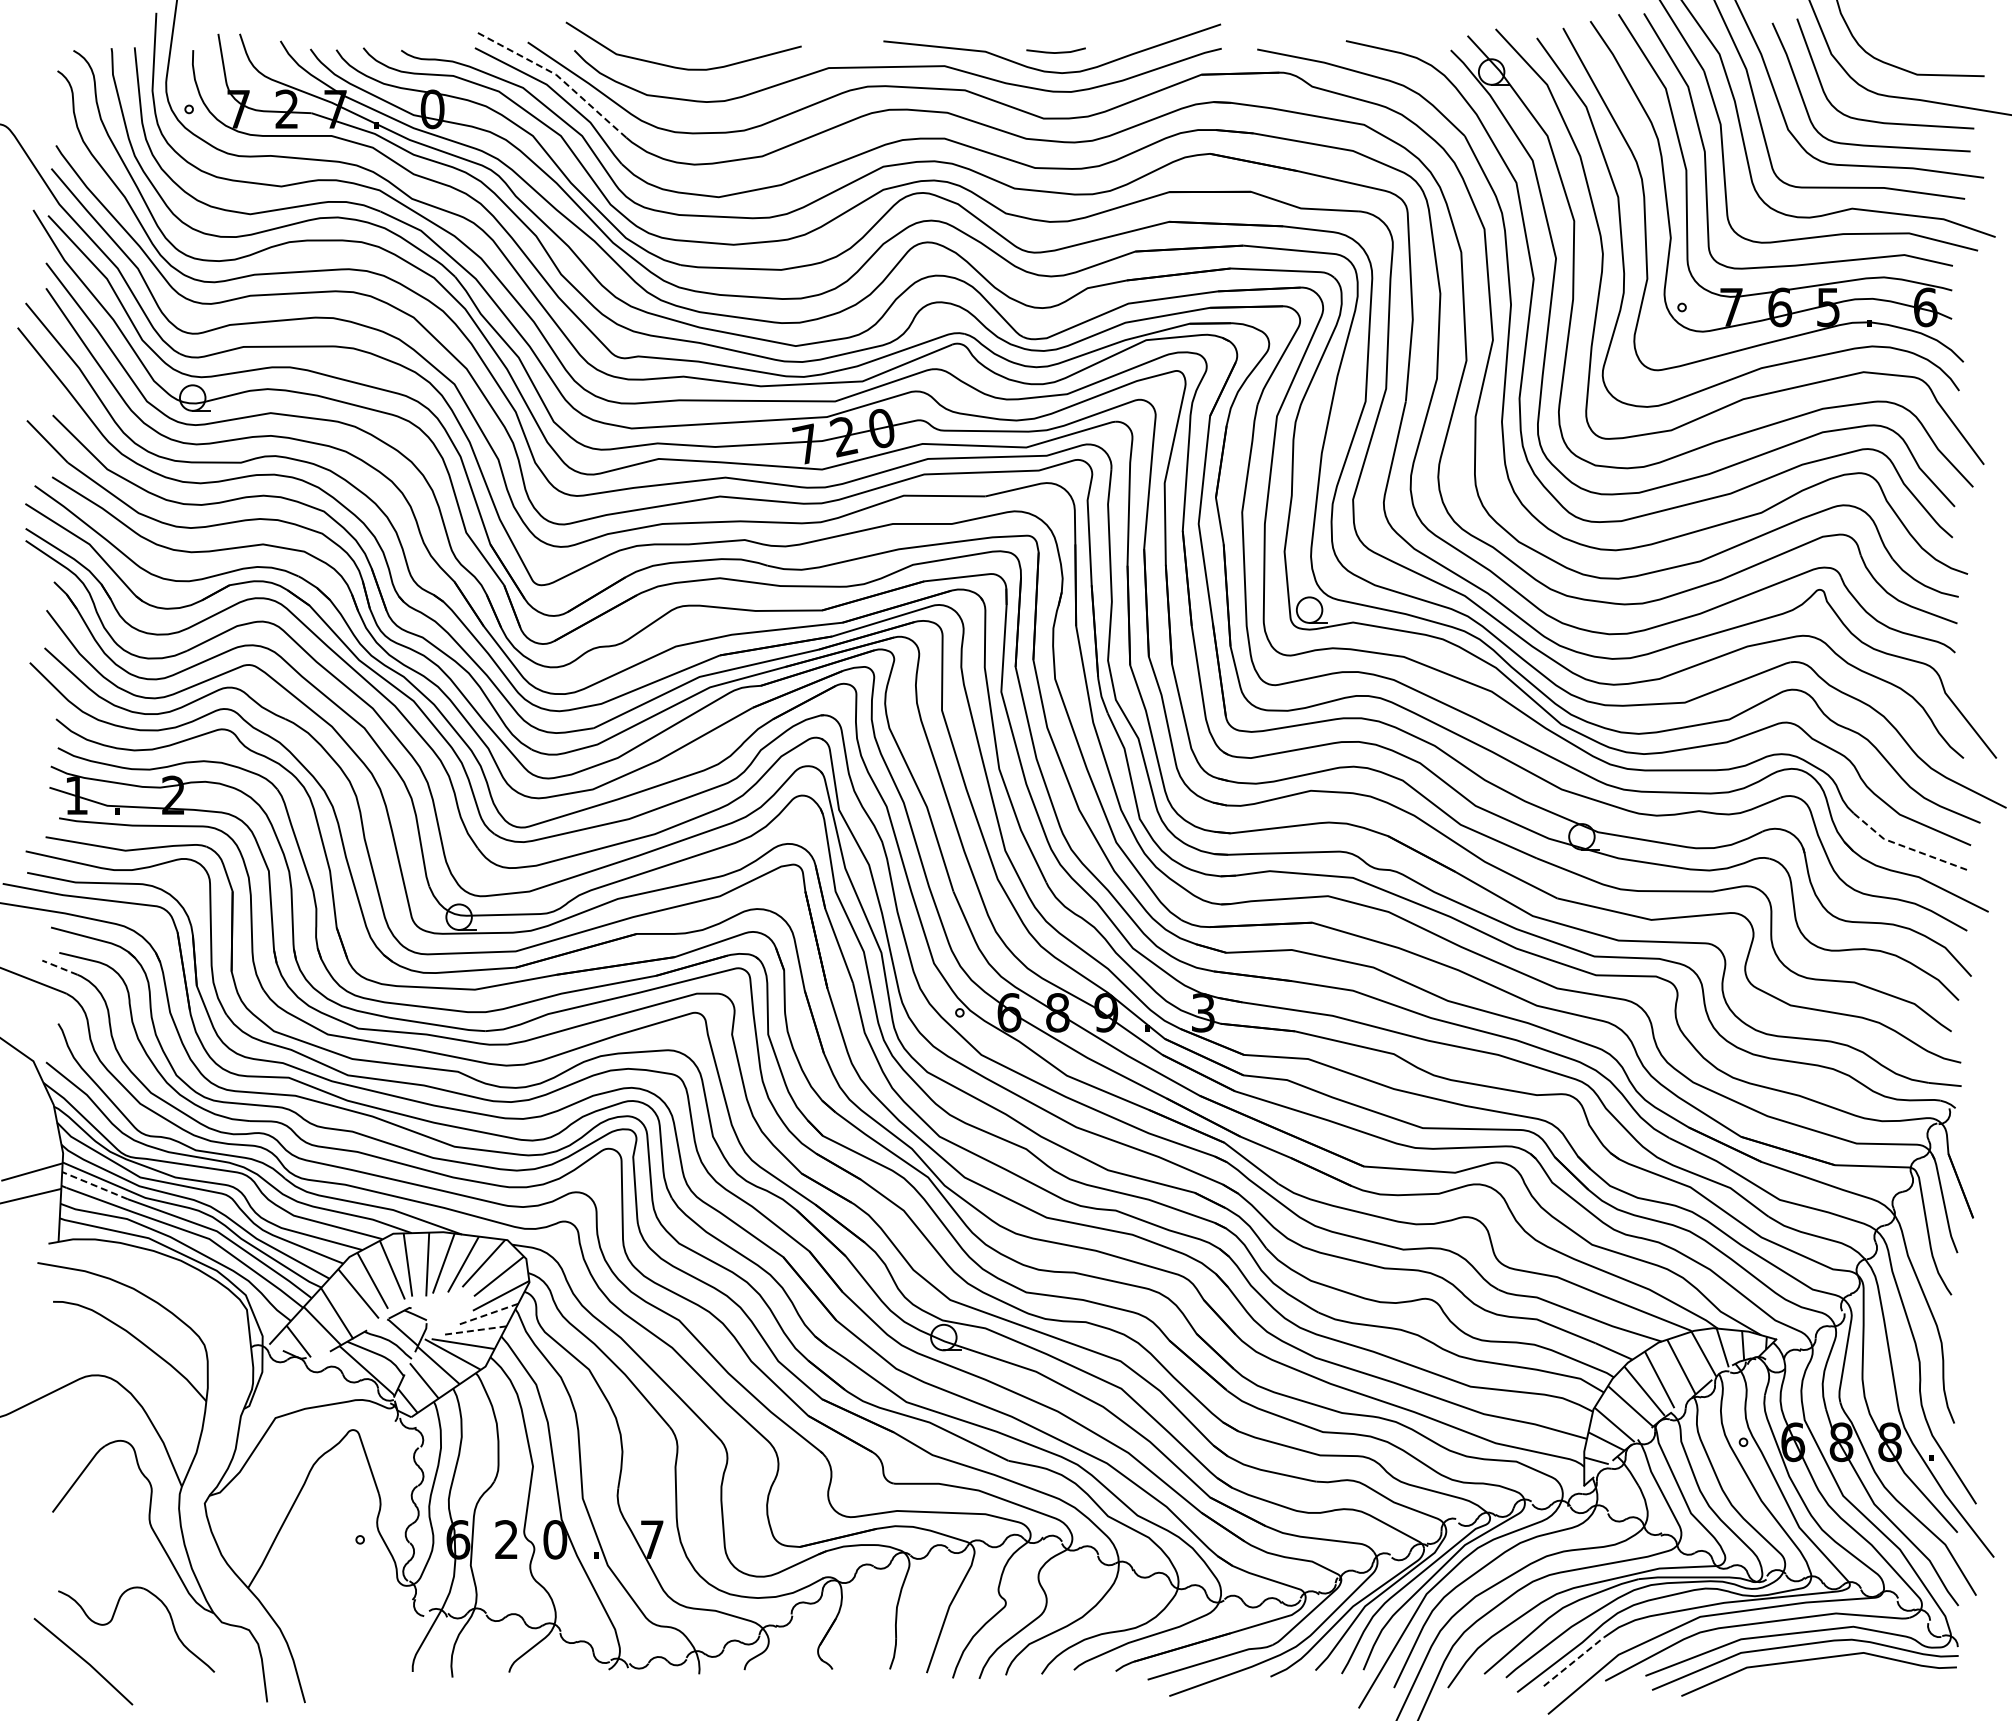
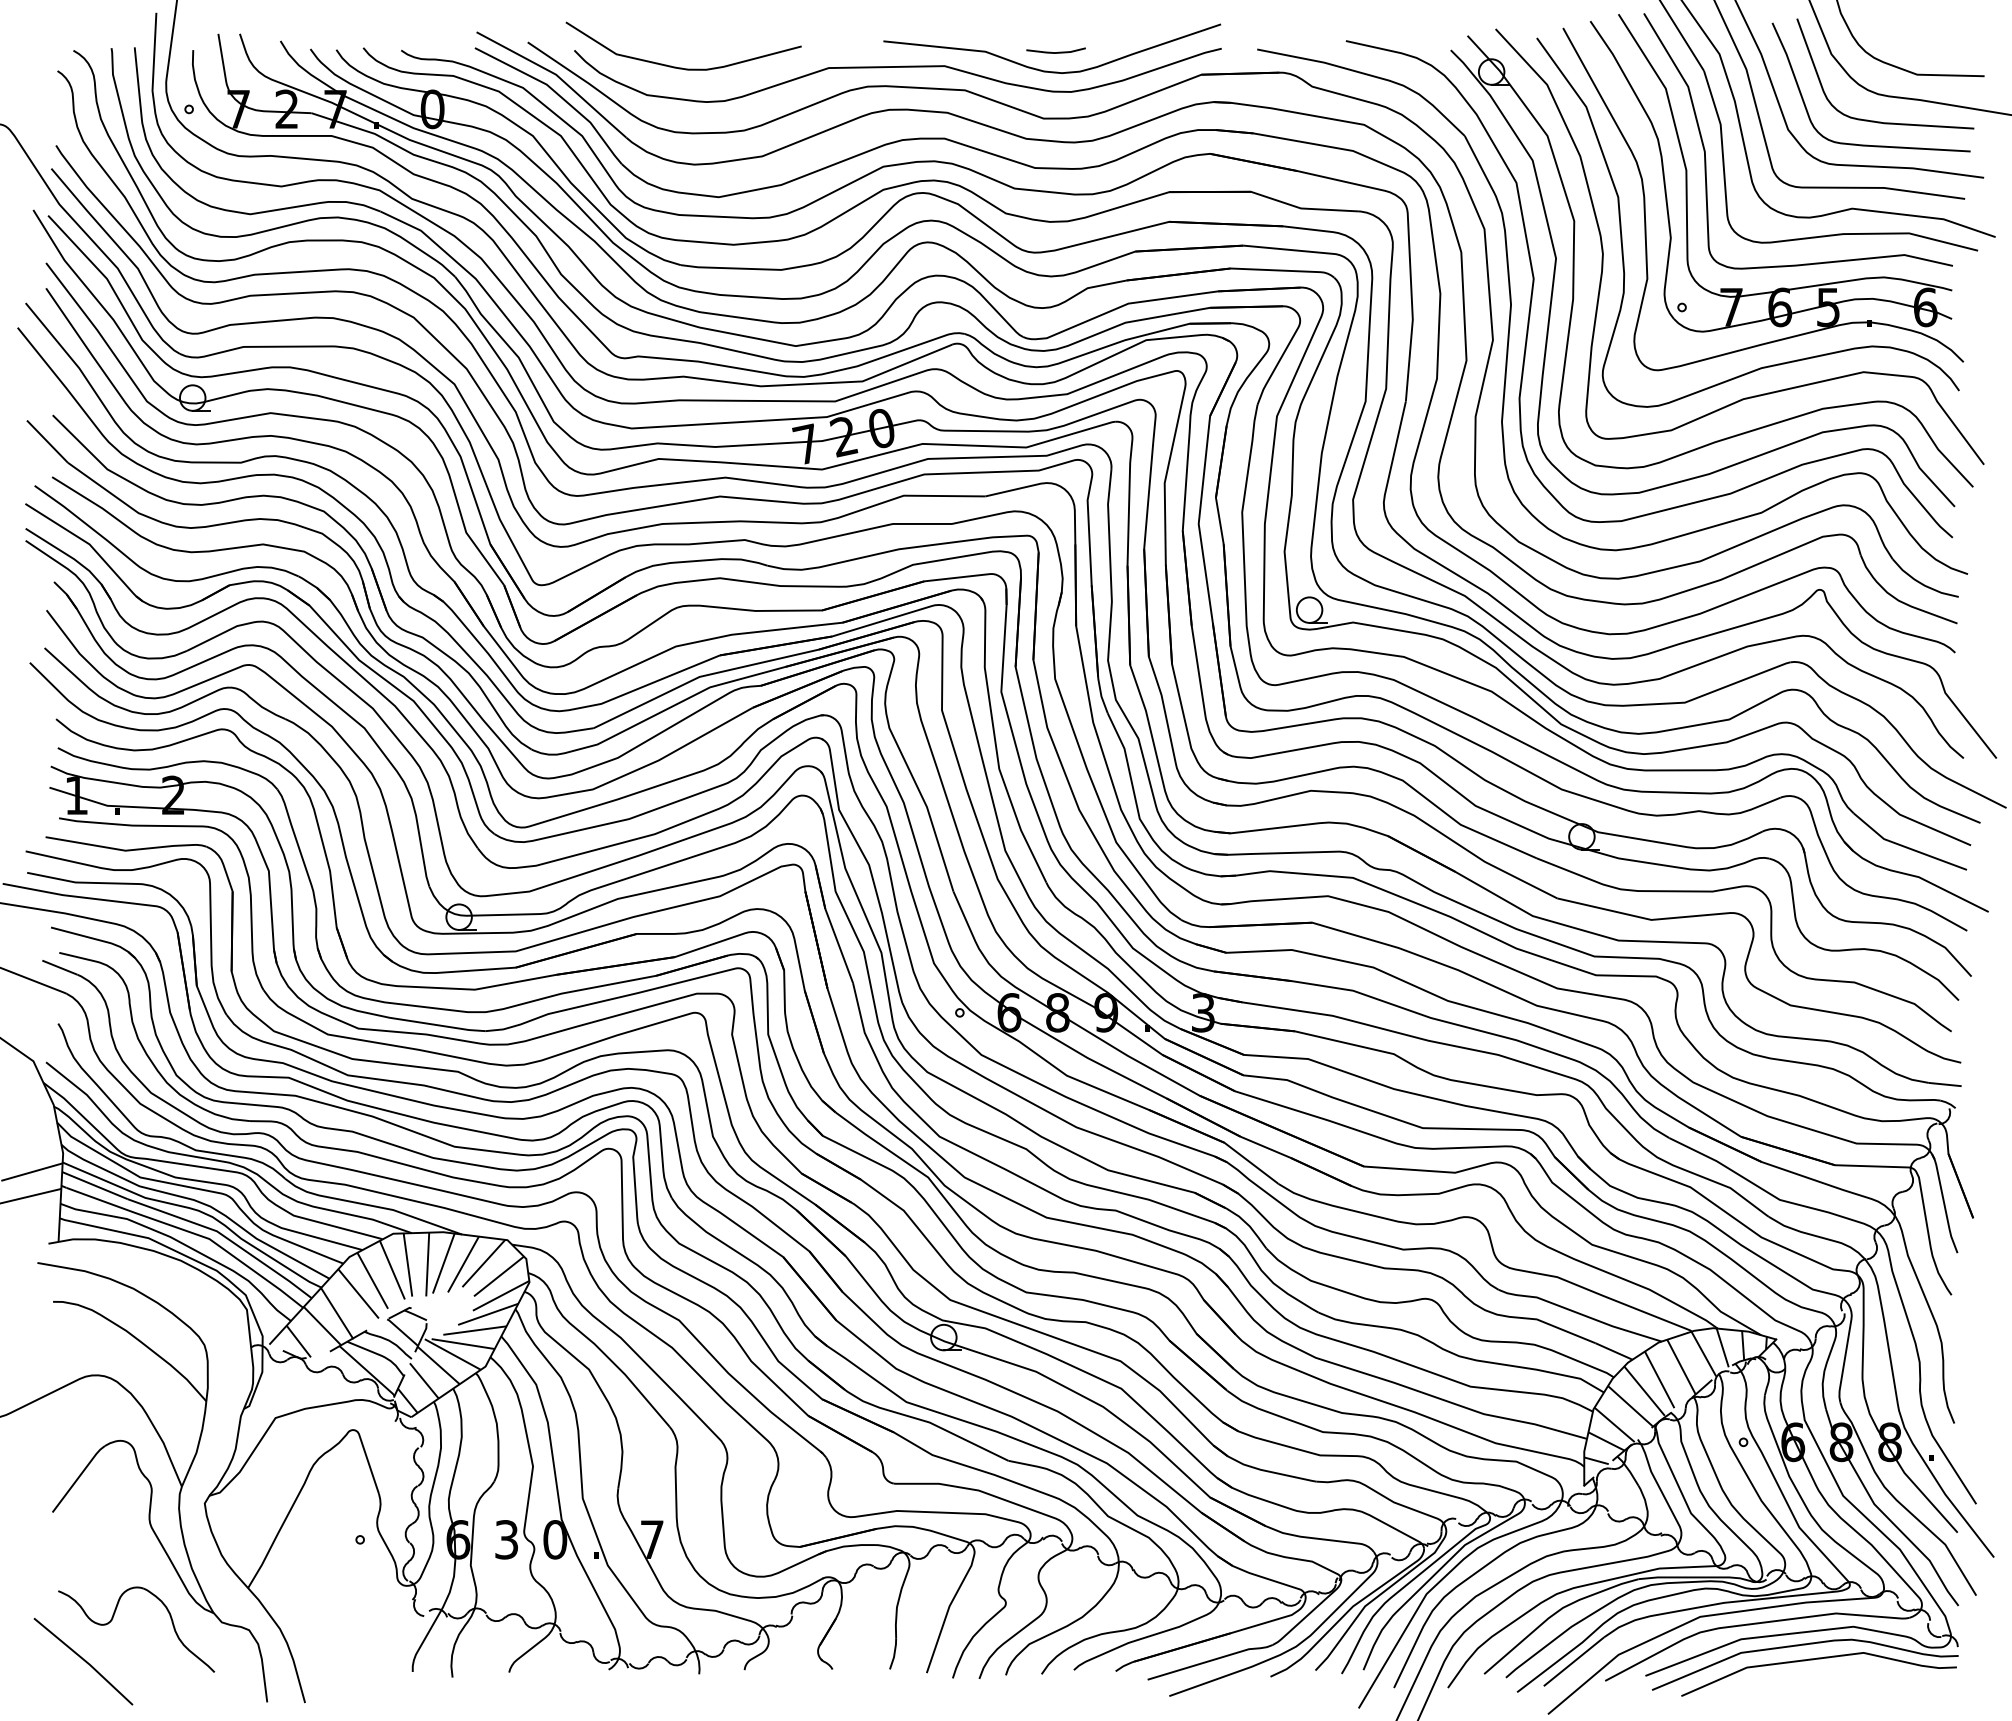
line at (557, 76): dashed -> solid
line at (1906, 847): dashed -> solid
line at (59, 967): dashed -> solid
line at (94, 1185): dashed -> solid
line at (488, 1314): dashed -> solid
line at (474, 1330): dashed -> solid
text at (506, 1539): 2 -> 3
line at (1573, 1661): dashed -> solid
